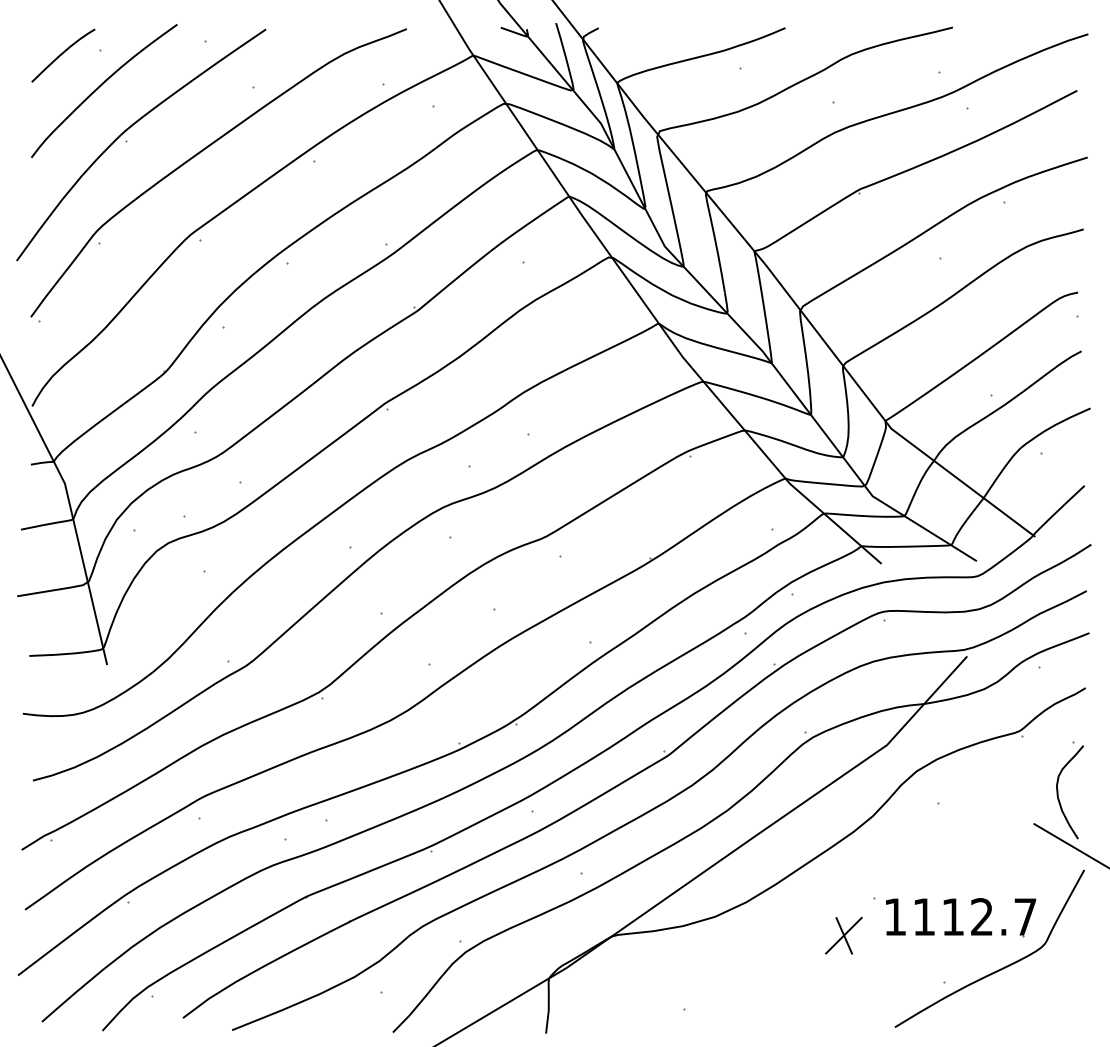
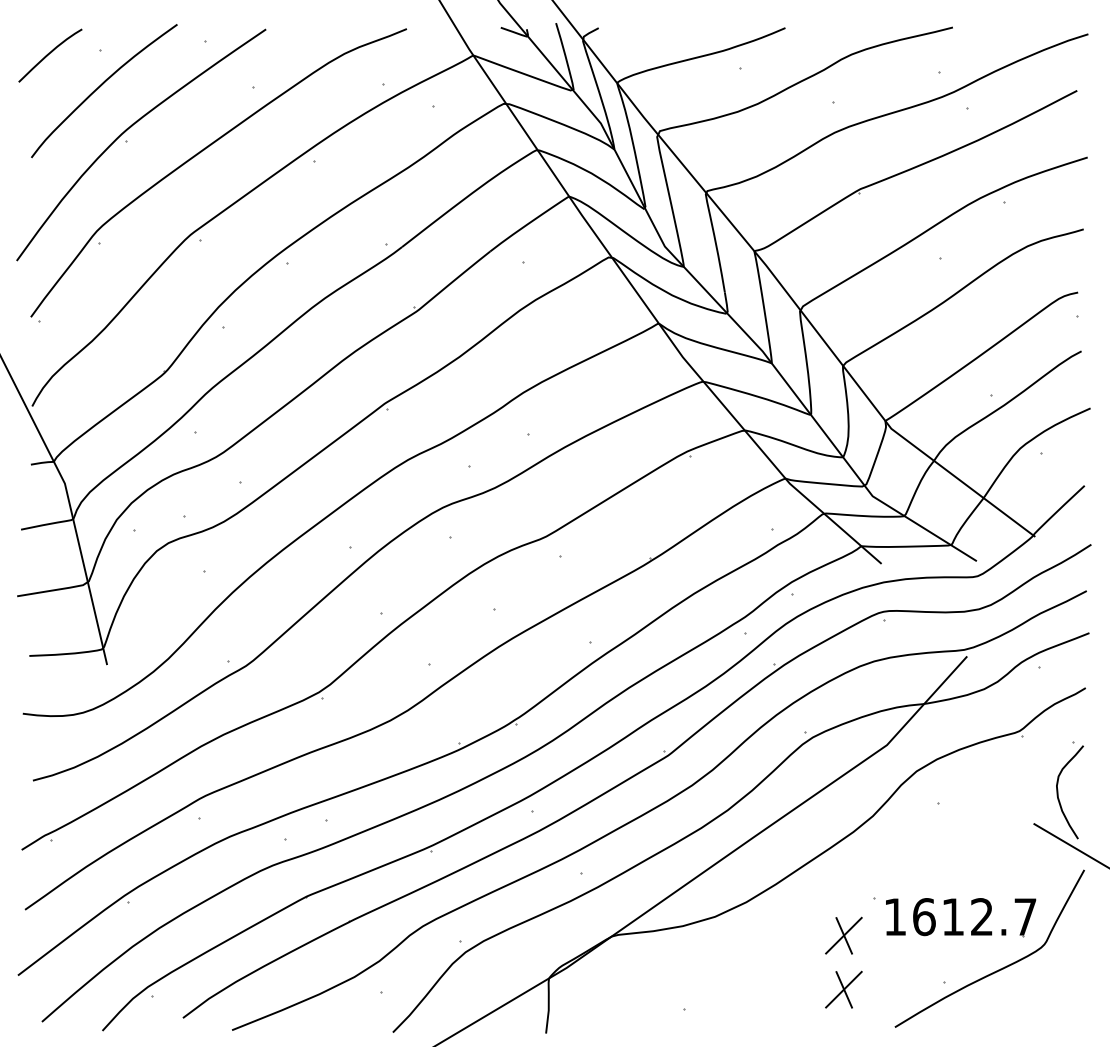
curve at (62, 54) position: (62, 54) -> (49, 54)
text at (924, 917): 1112.7 -> 1612.7
part at (843, 989): none -> present
